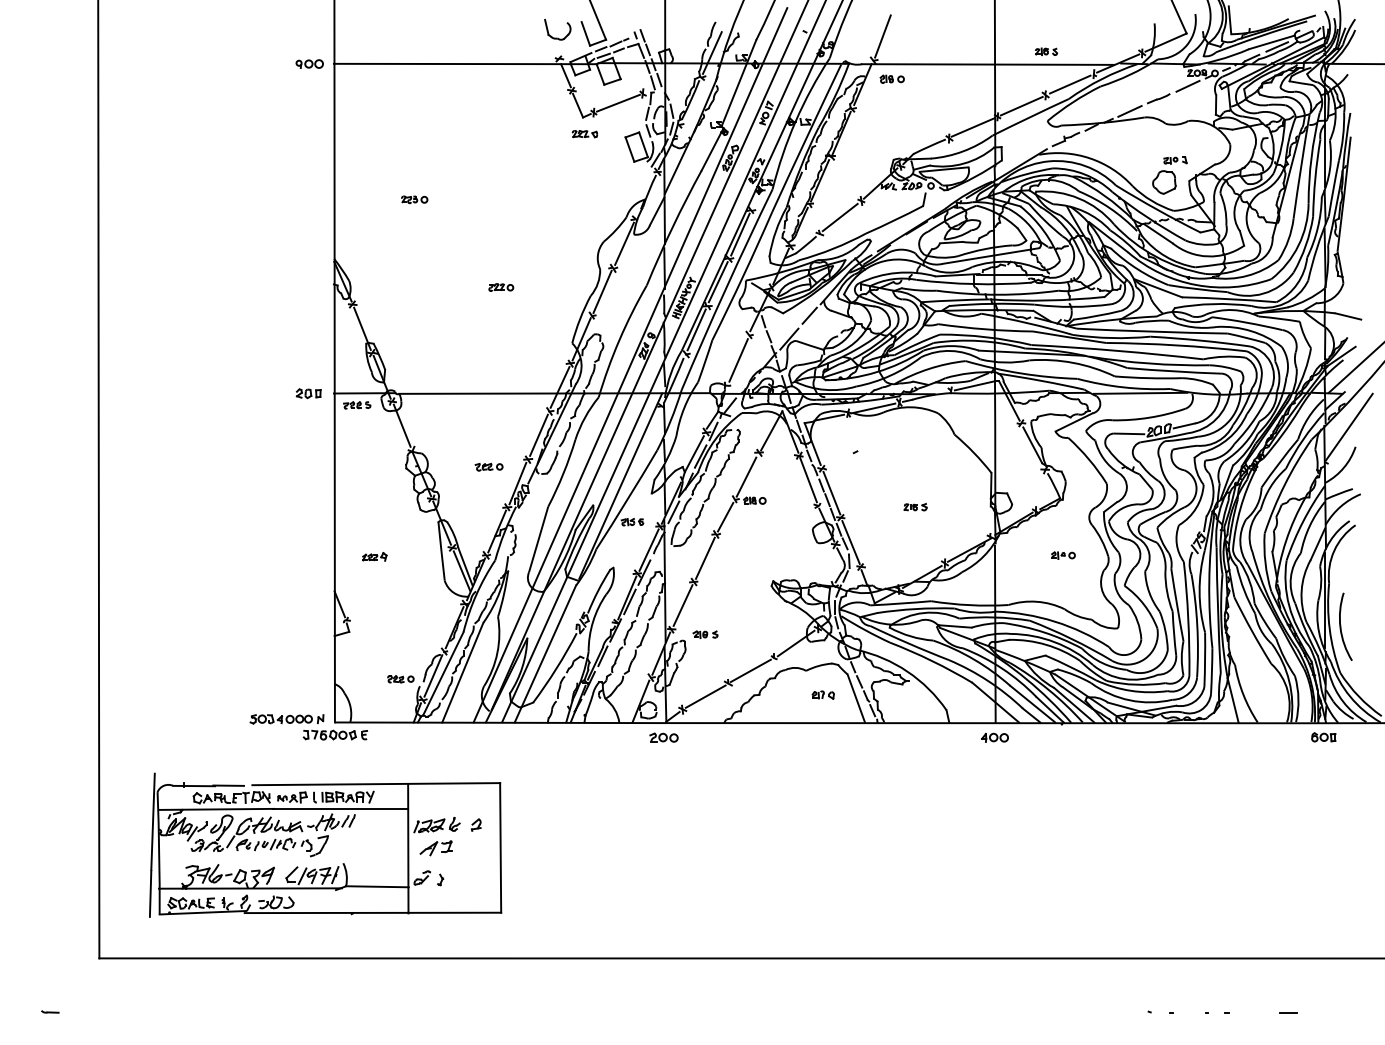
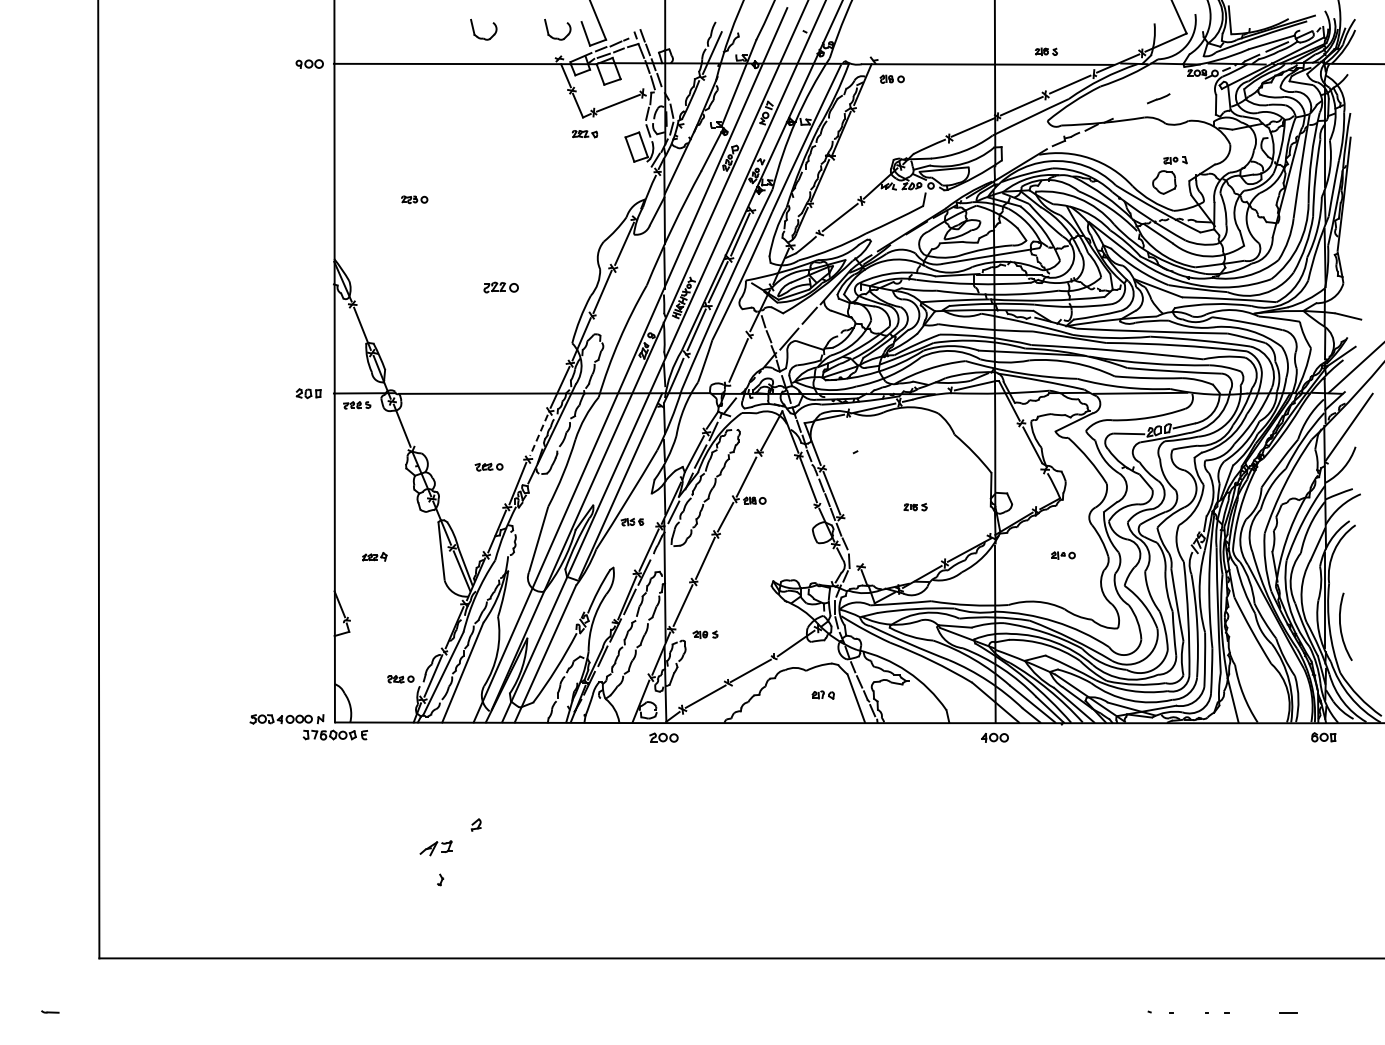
line at (882, 36): present -> none
part at (483, 37): none -> present
line at (1187, 85): present -> none
line at (1129, 111): present -> none
part at (501, 287) size: 27x9 px -> 36x13 px
line at (538, 435): solid -> dashed
line at (850, 542): present -> none
part at (325, 844): present -> none
